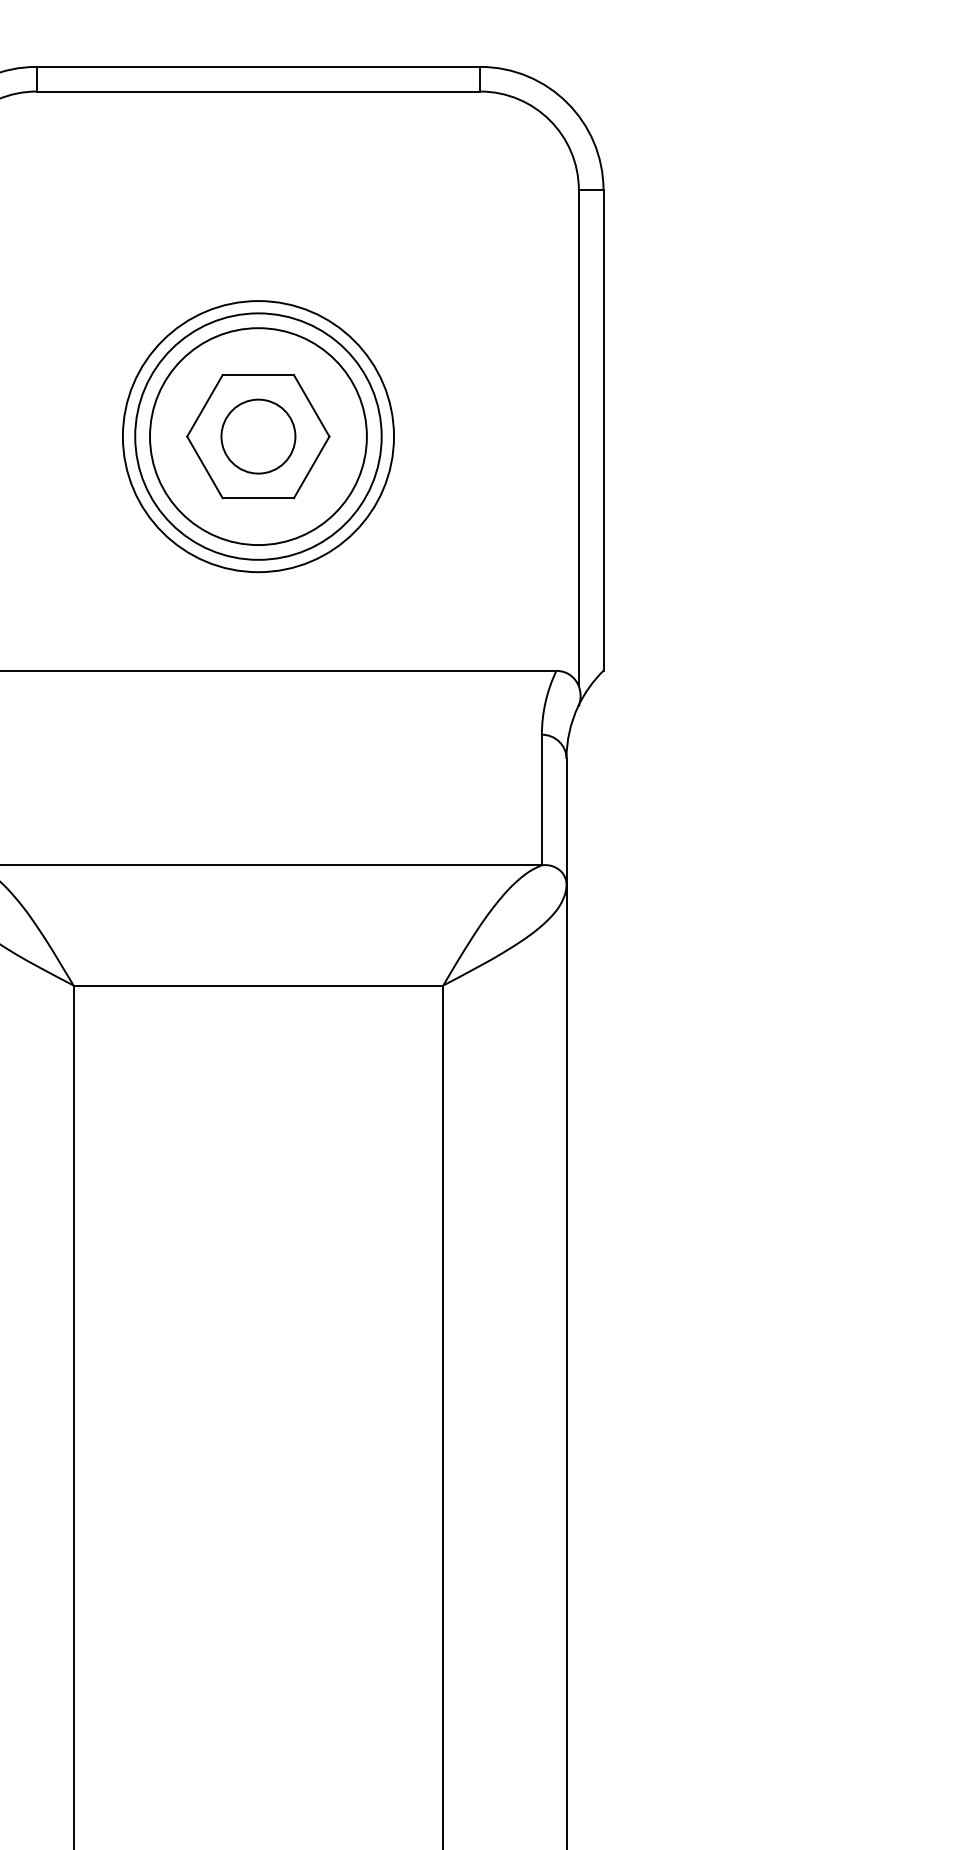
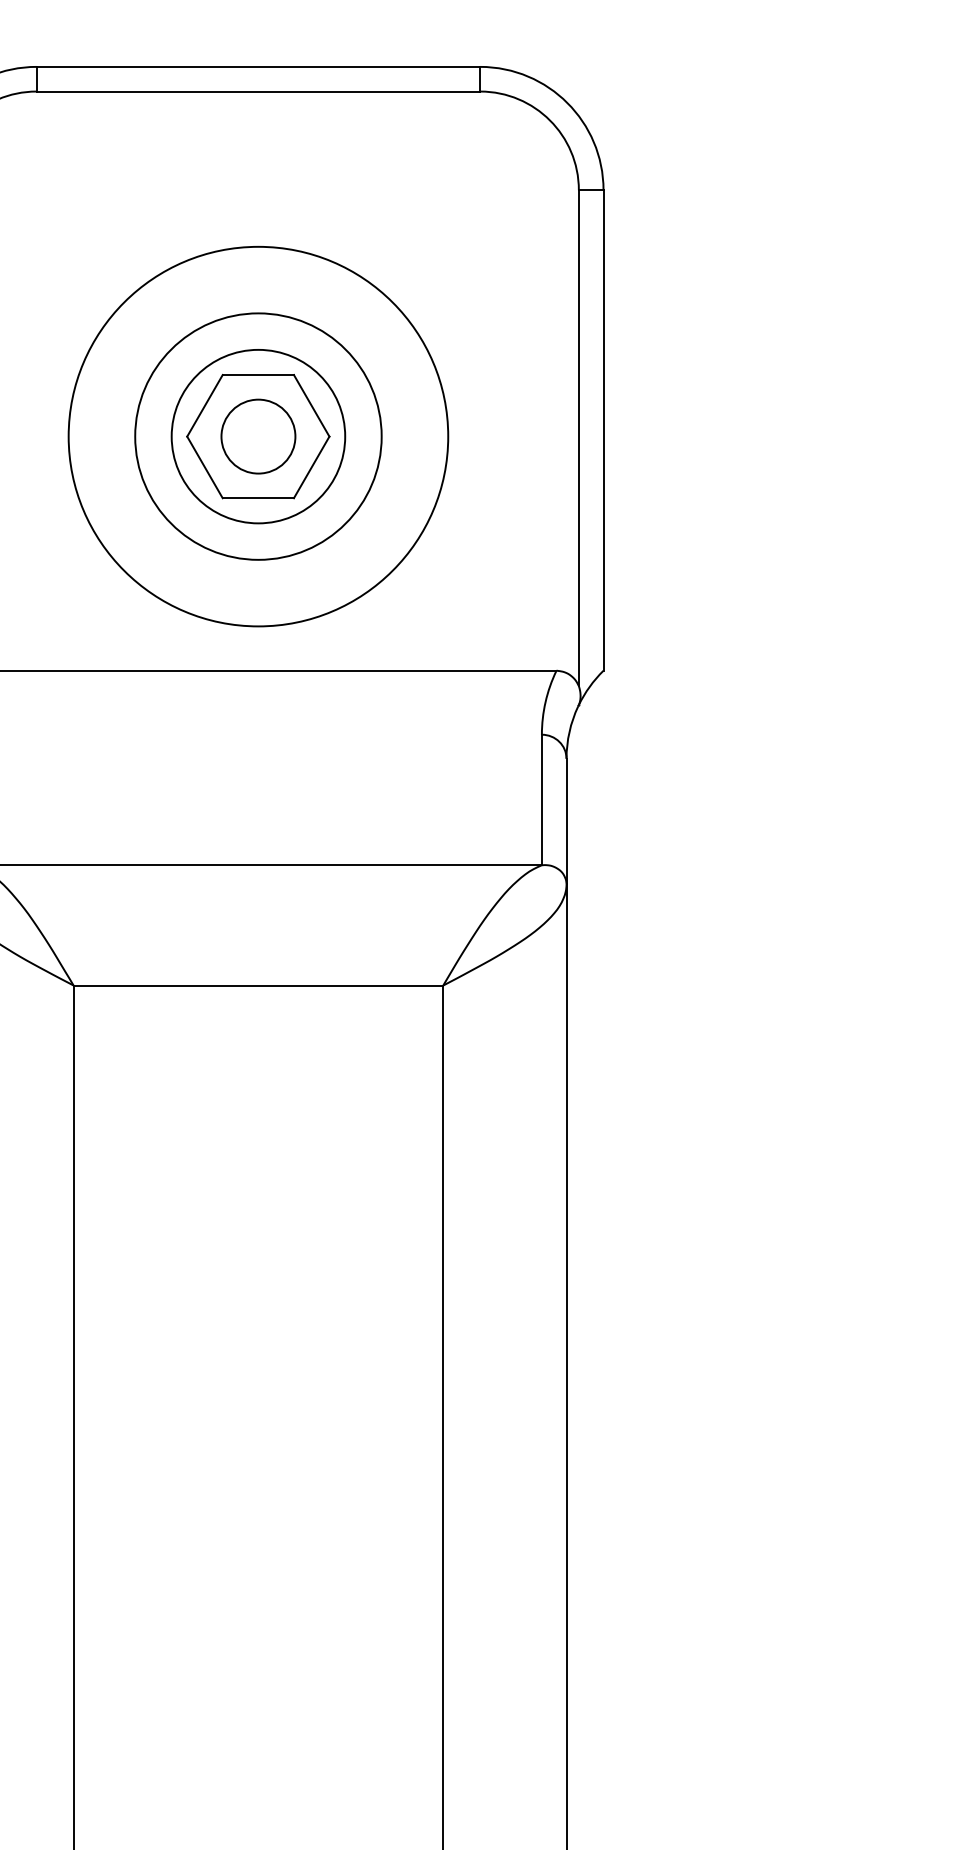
circle at (258, 436) diameter: 217 px -> 174 px
circle at (258, 436) diameter: 271 px -> 380 px
